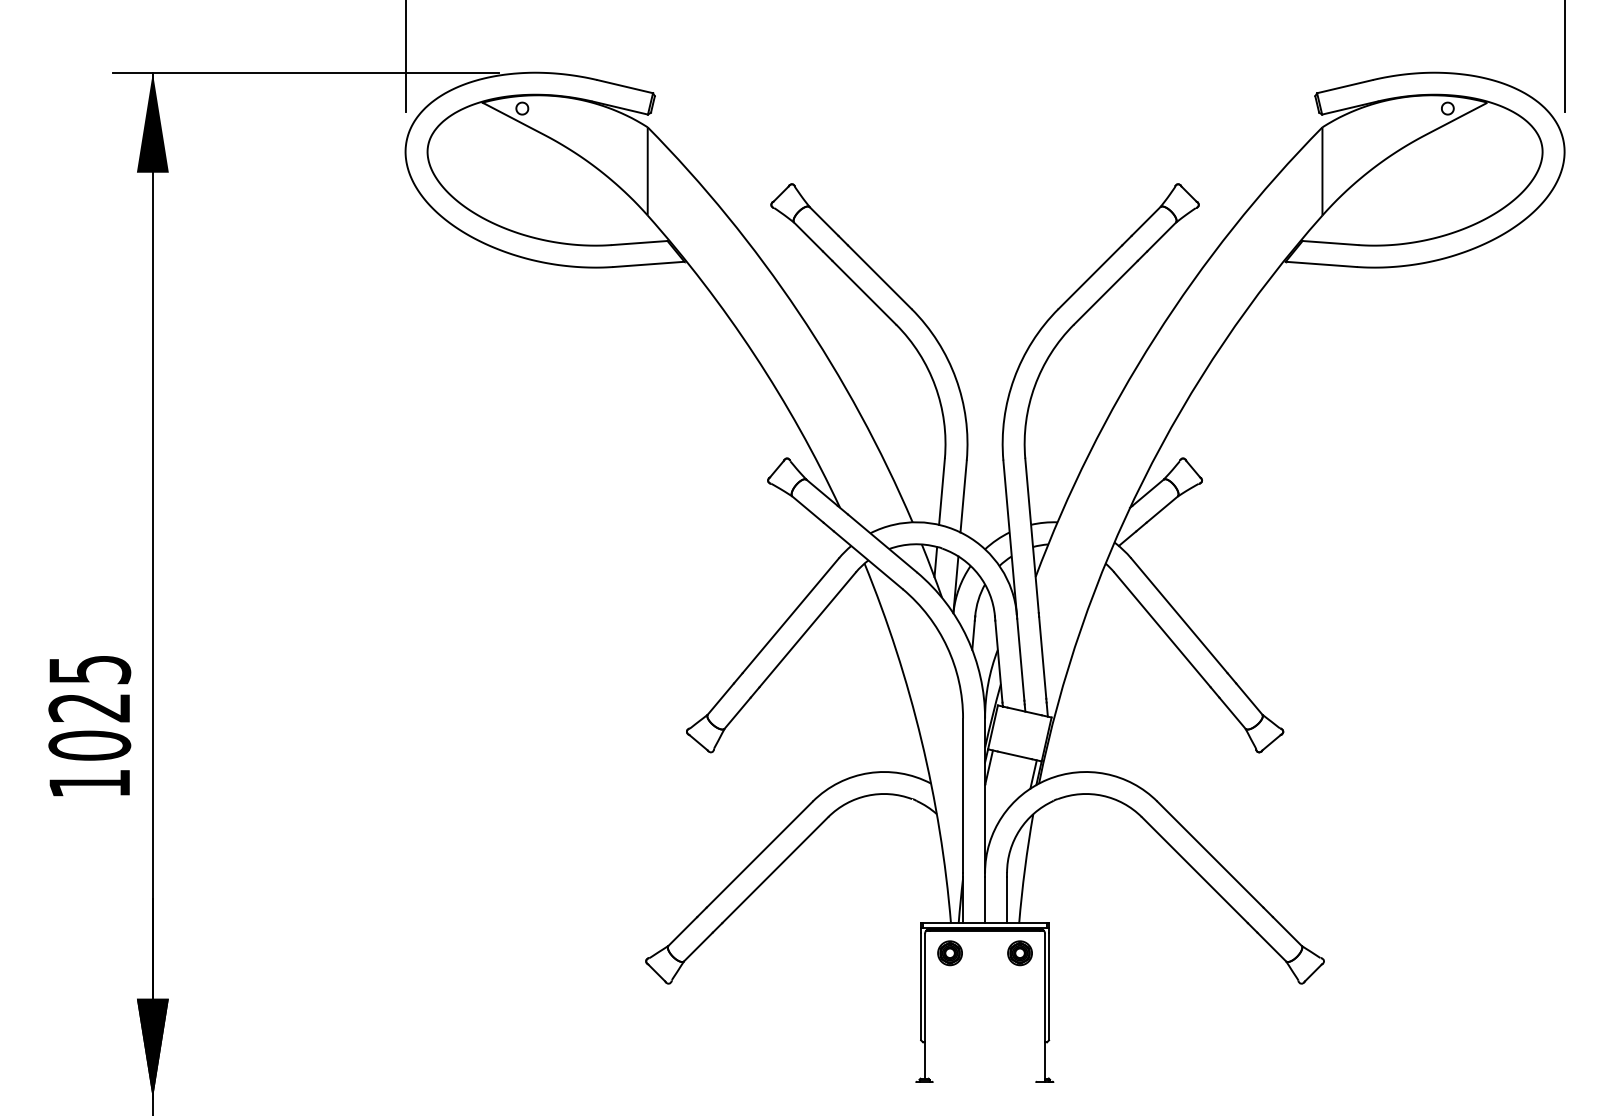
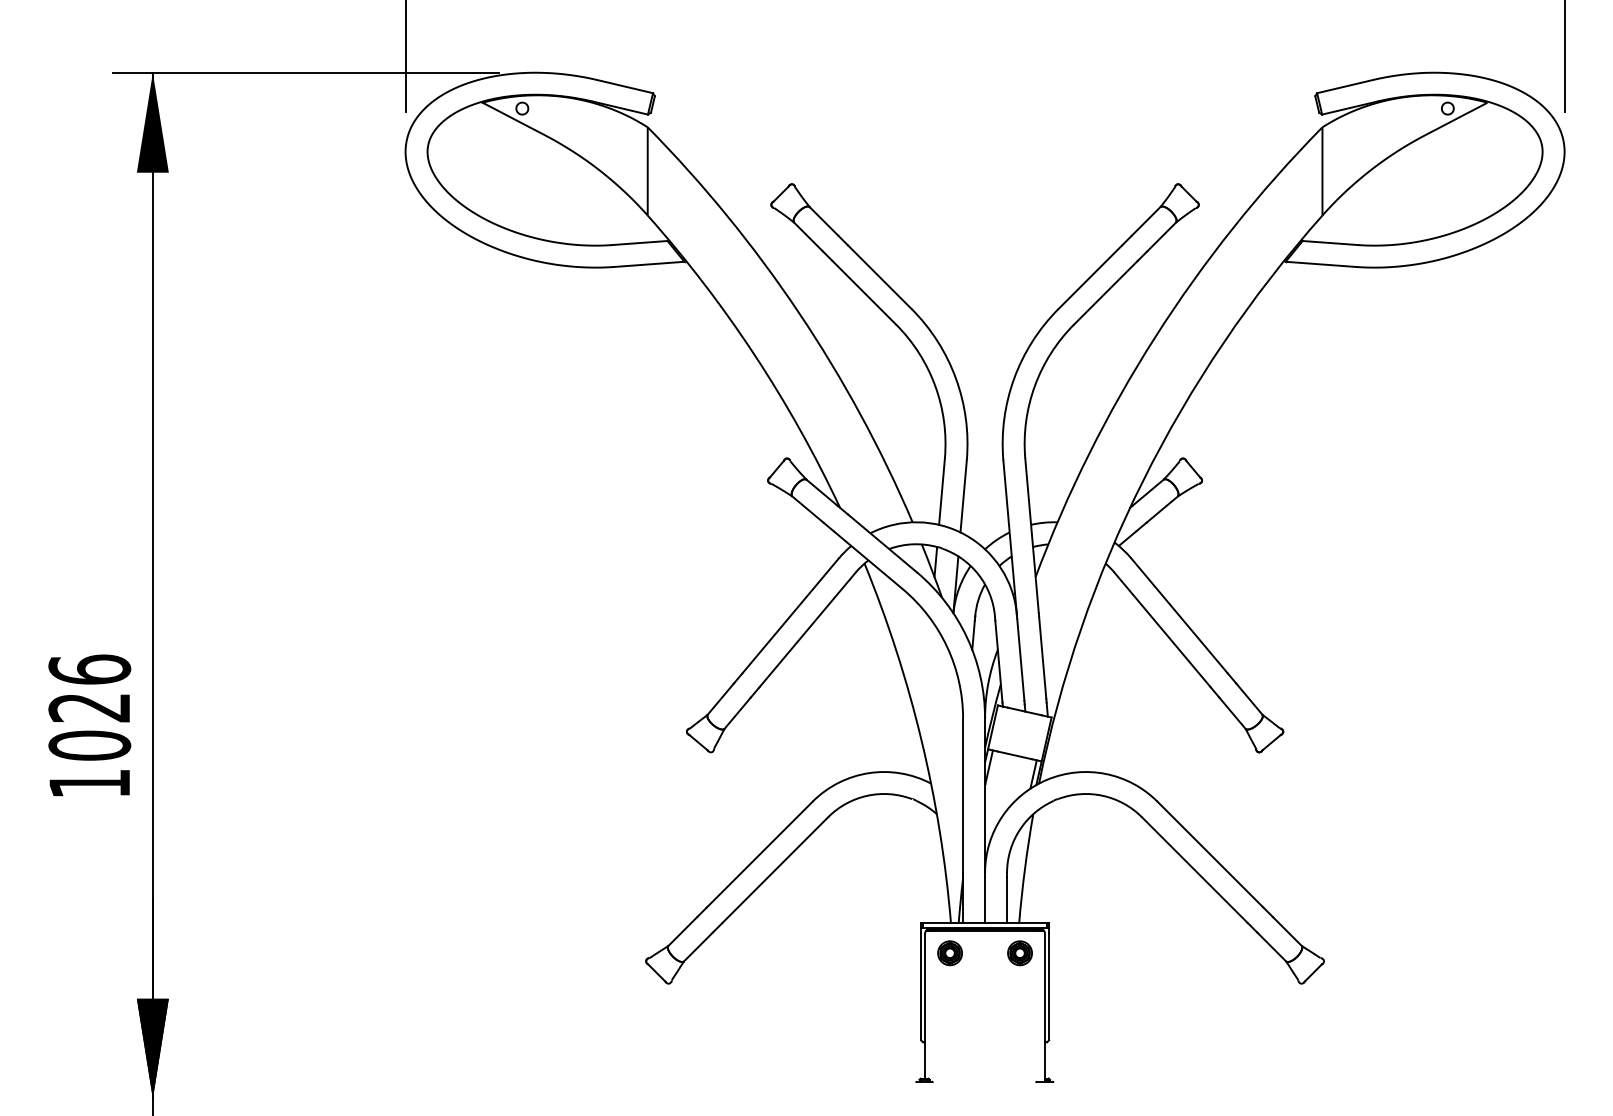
text at (89, 669): 1025 -> 1026
